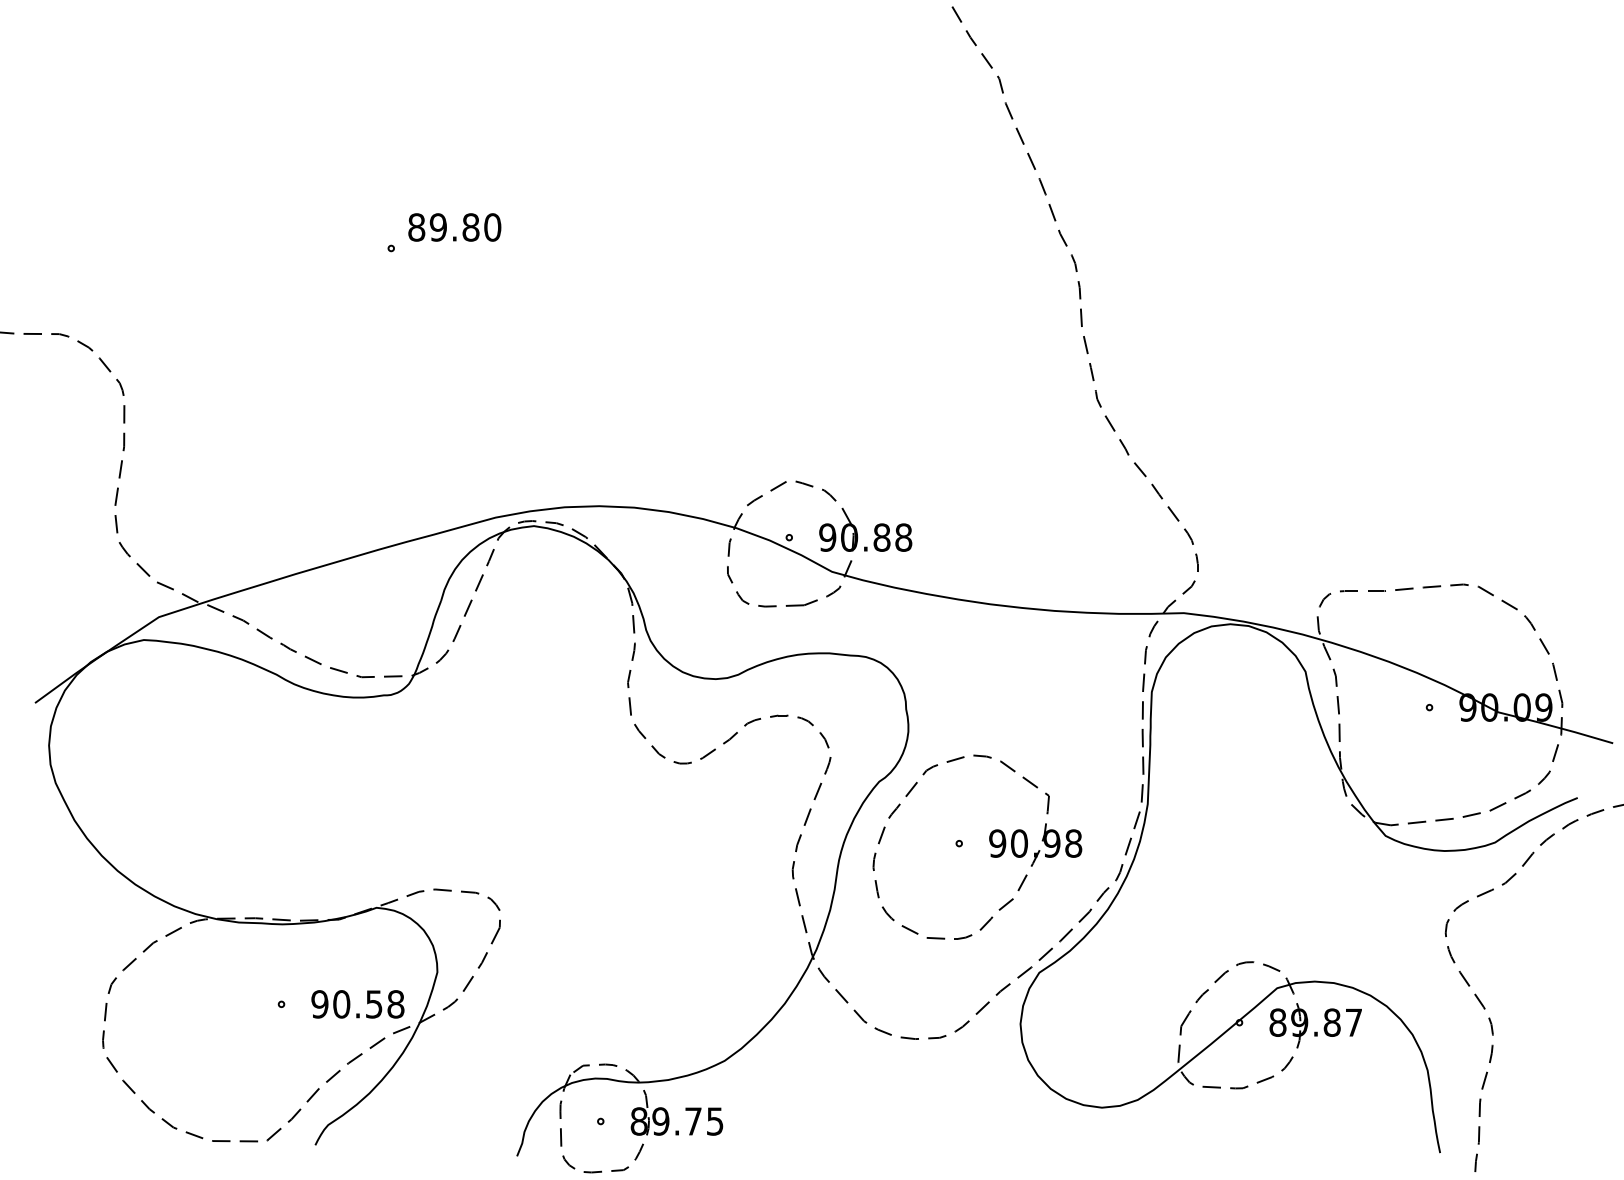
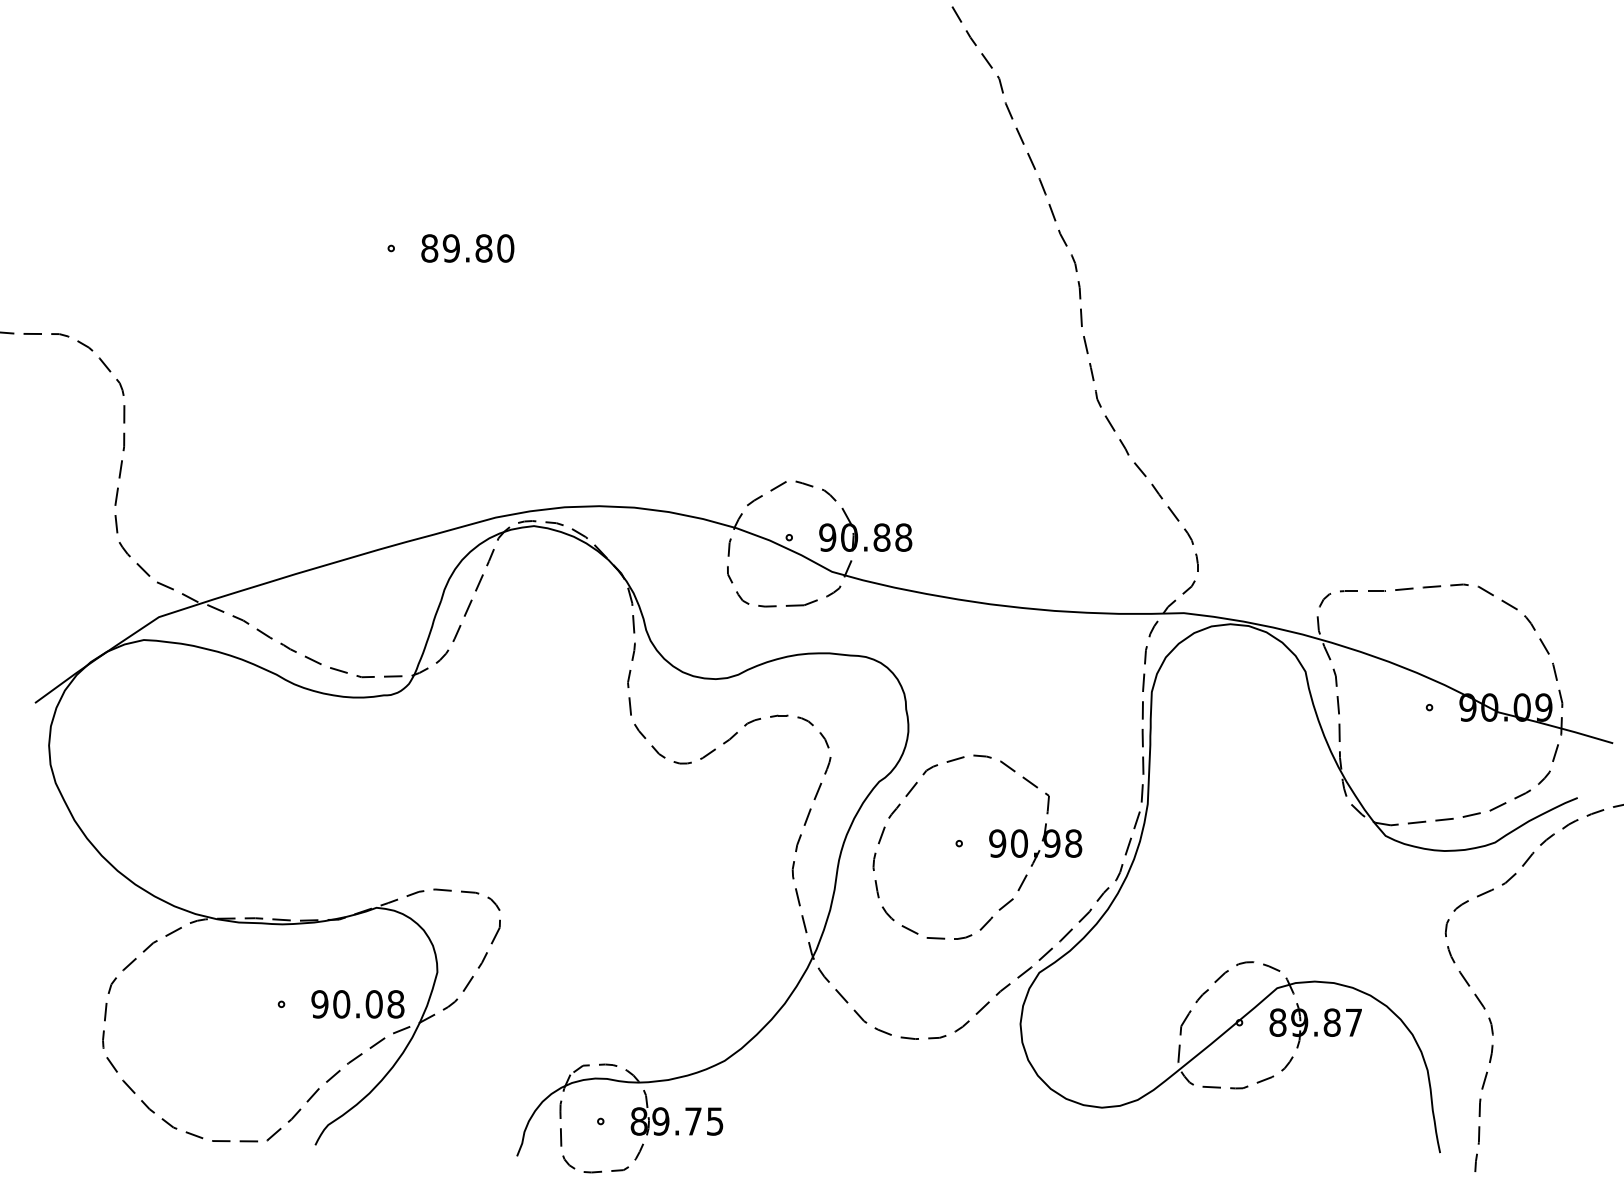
text at (454, 227) position: (454, 227) -> (467, 248)
text at (373, 1004): 90.58 -> 90.08
